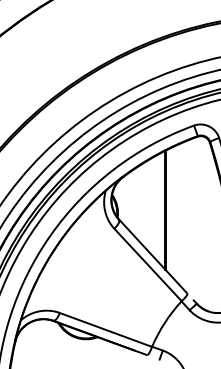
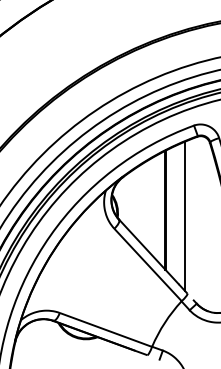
line at (185, 216): none -> present
